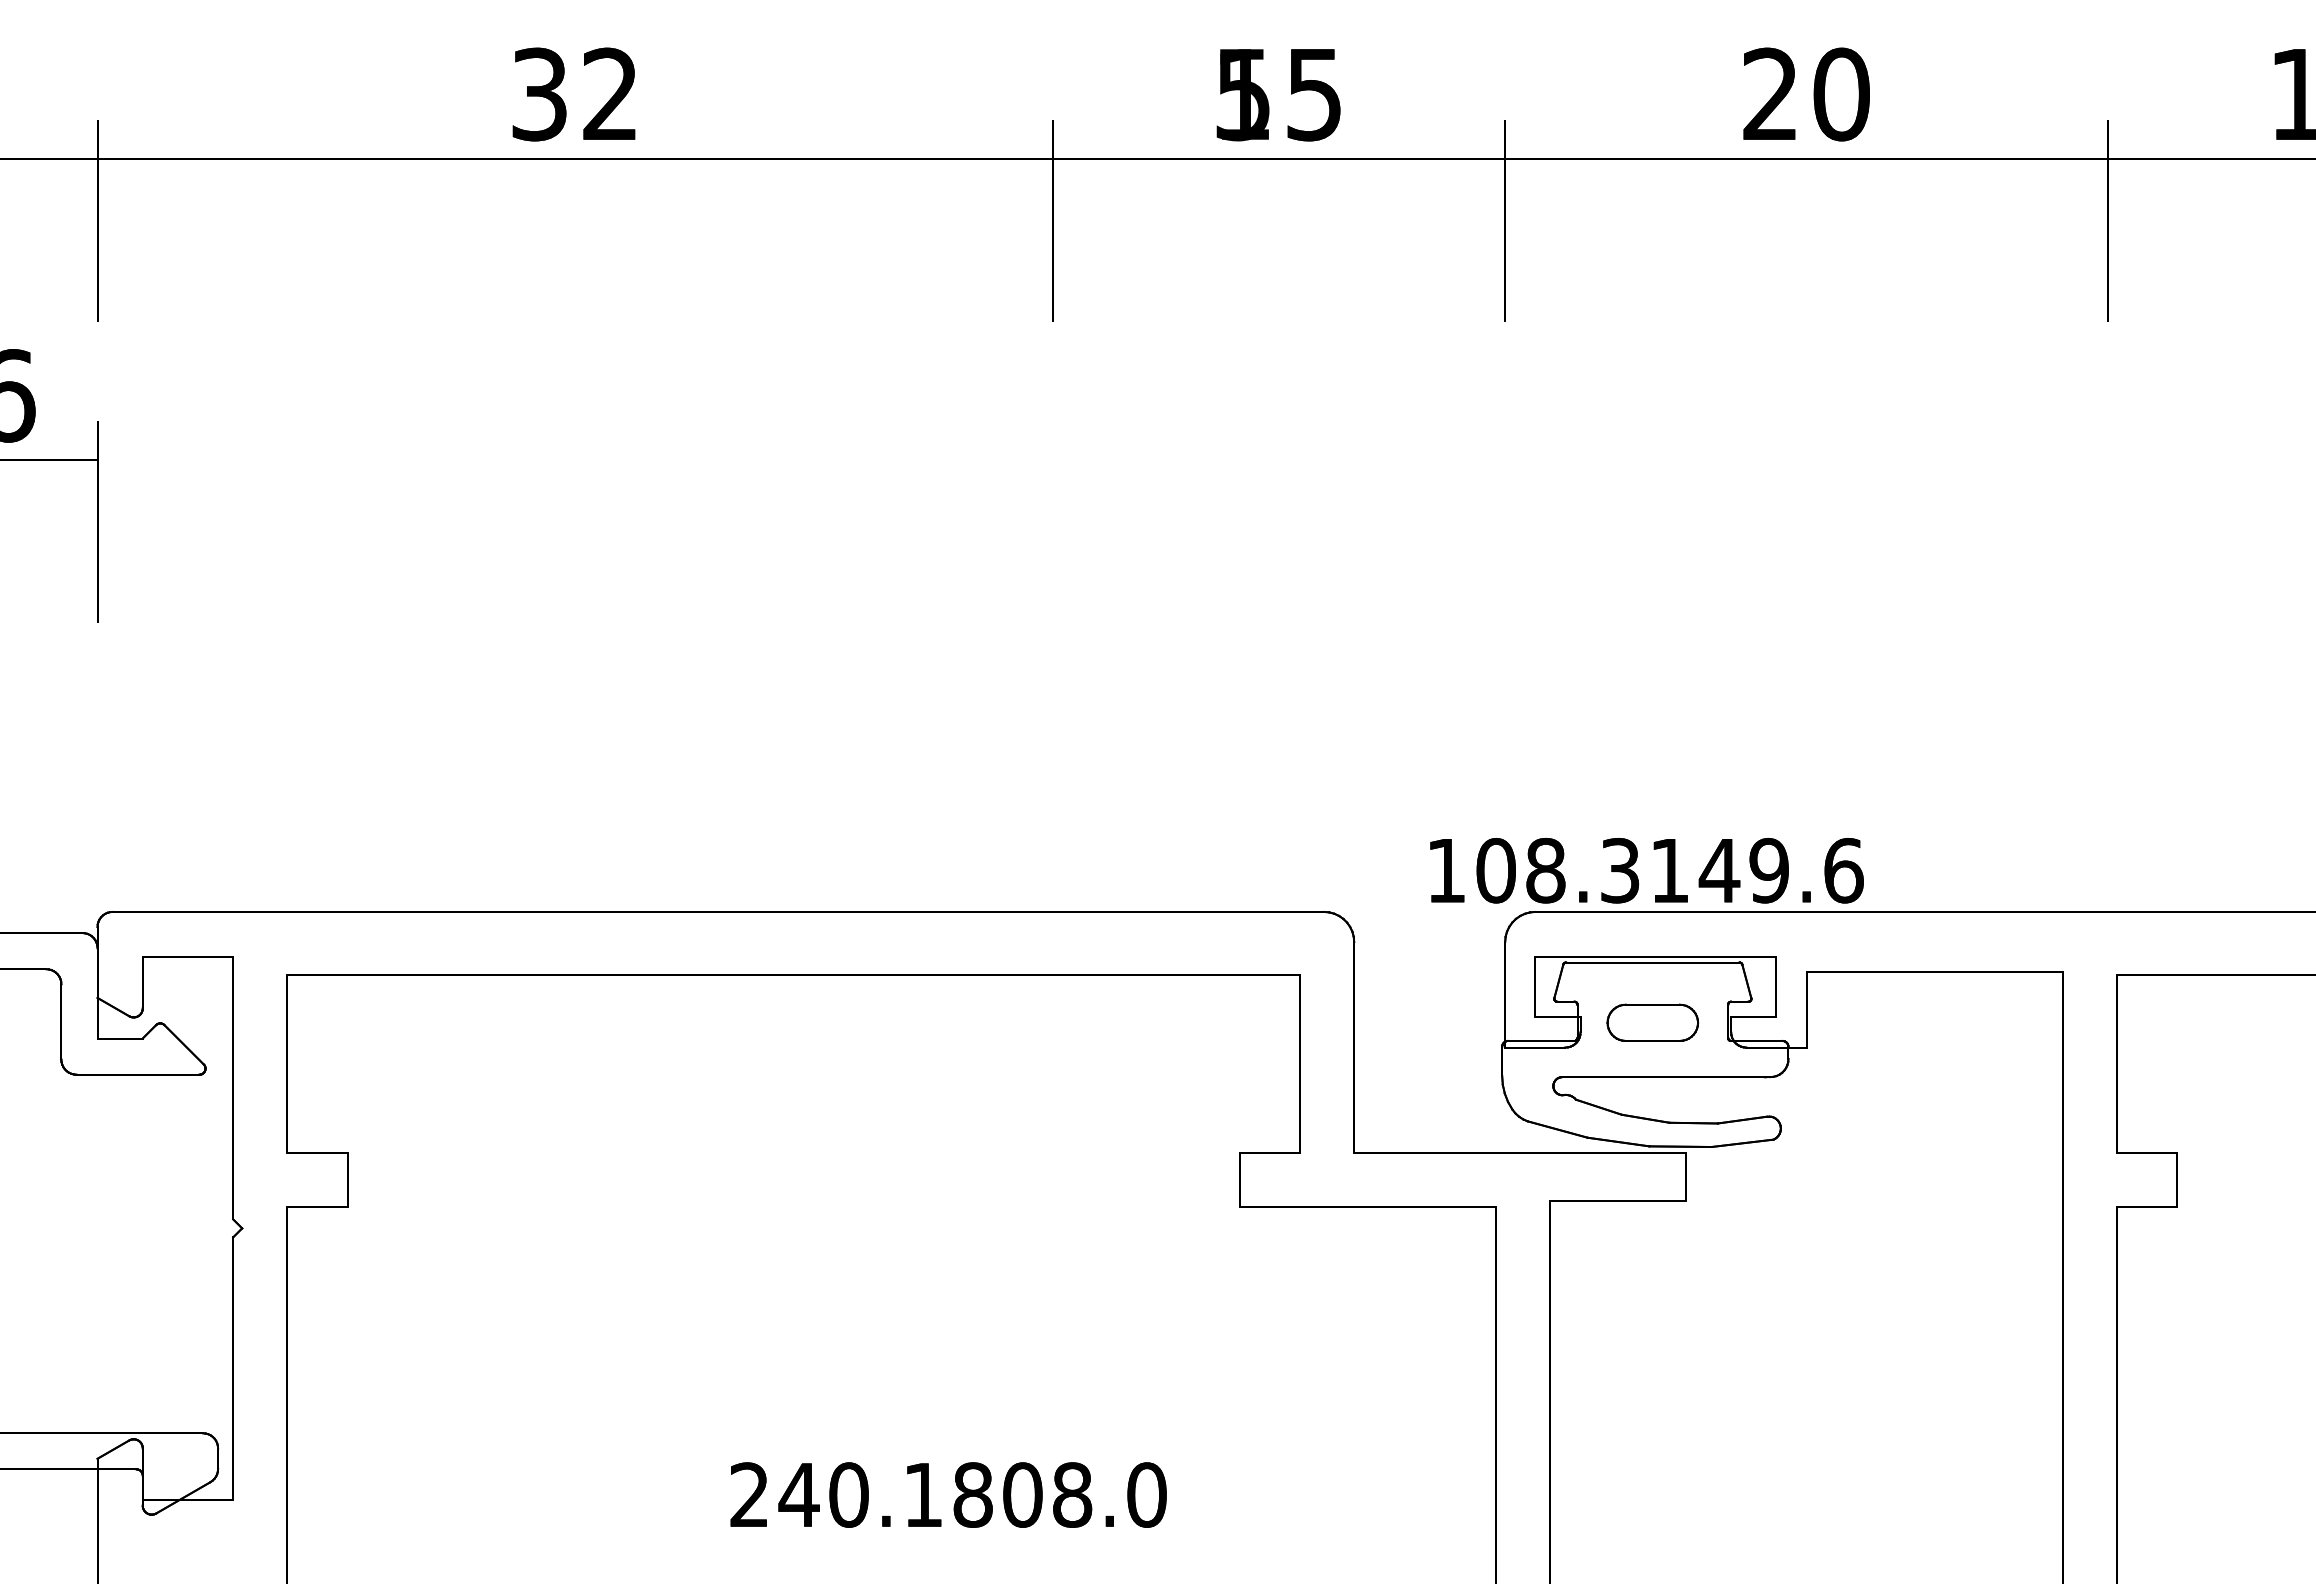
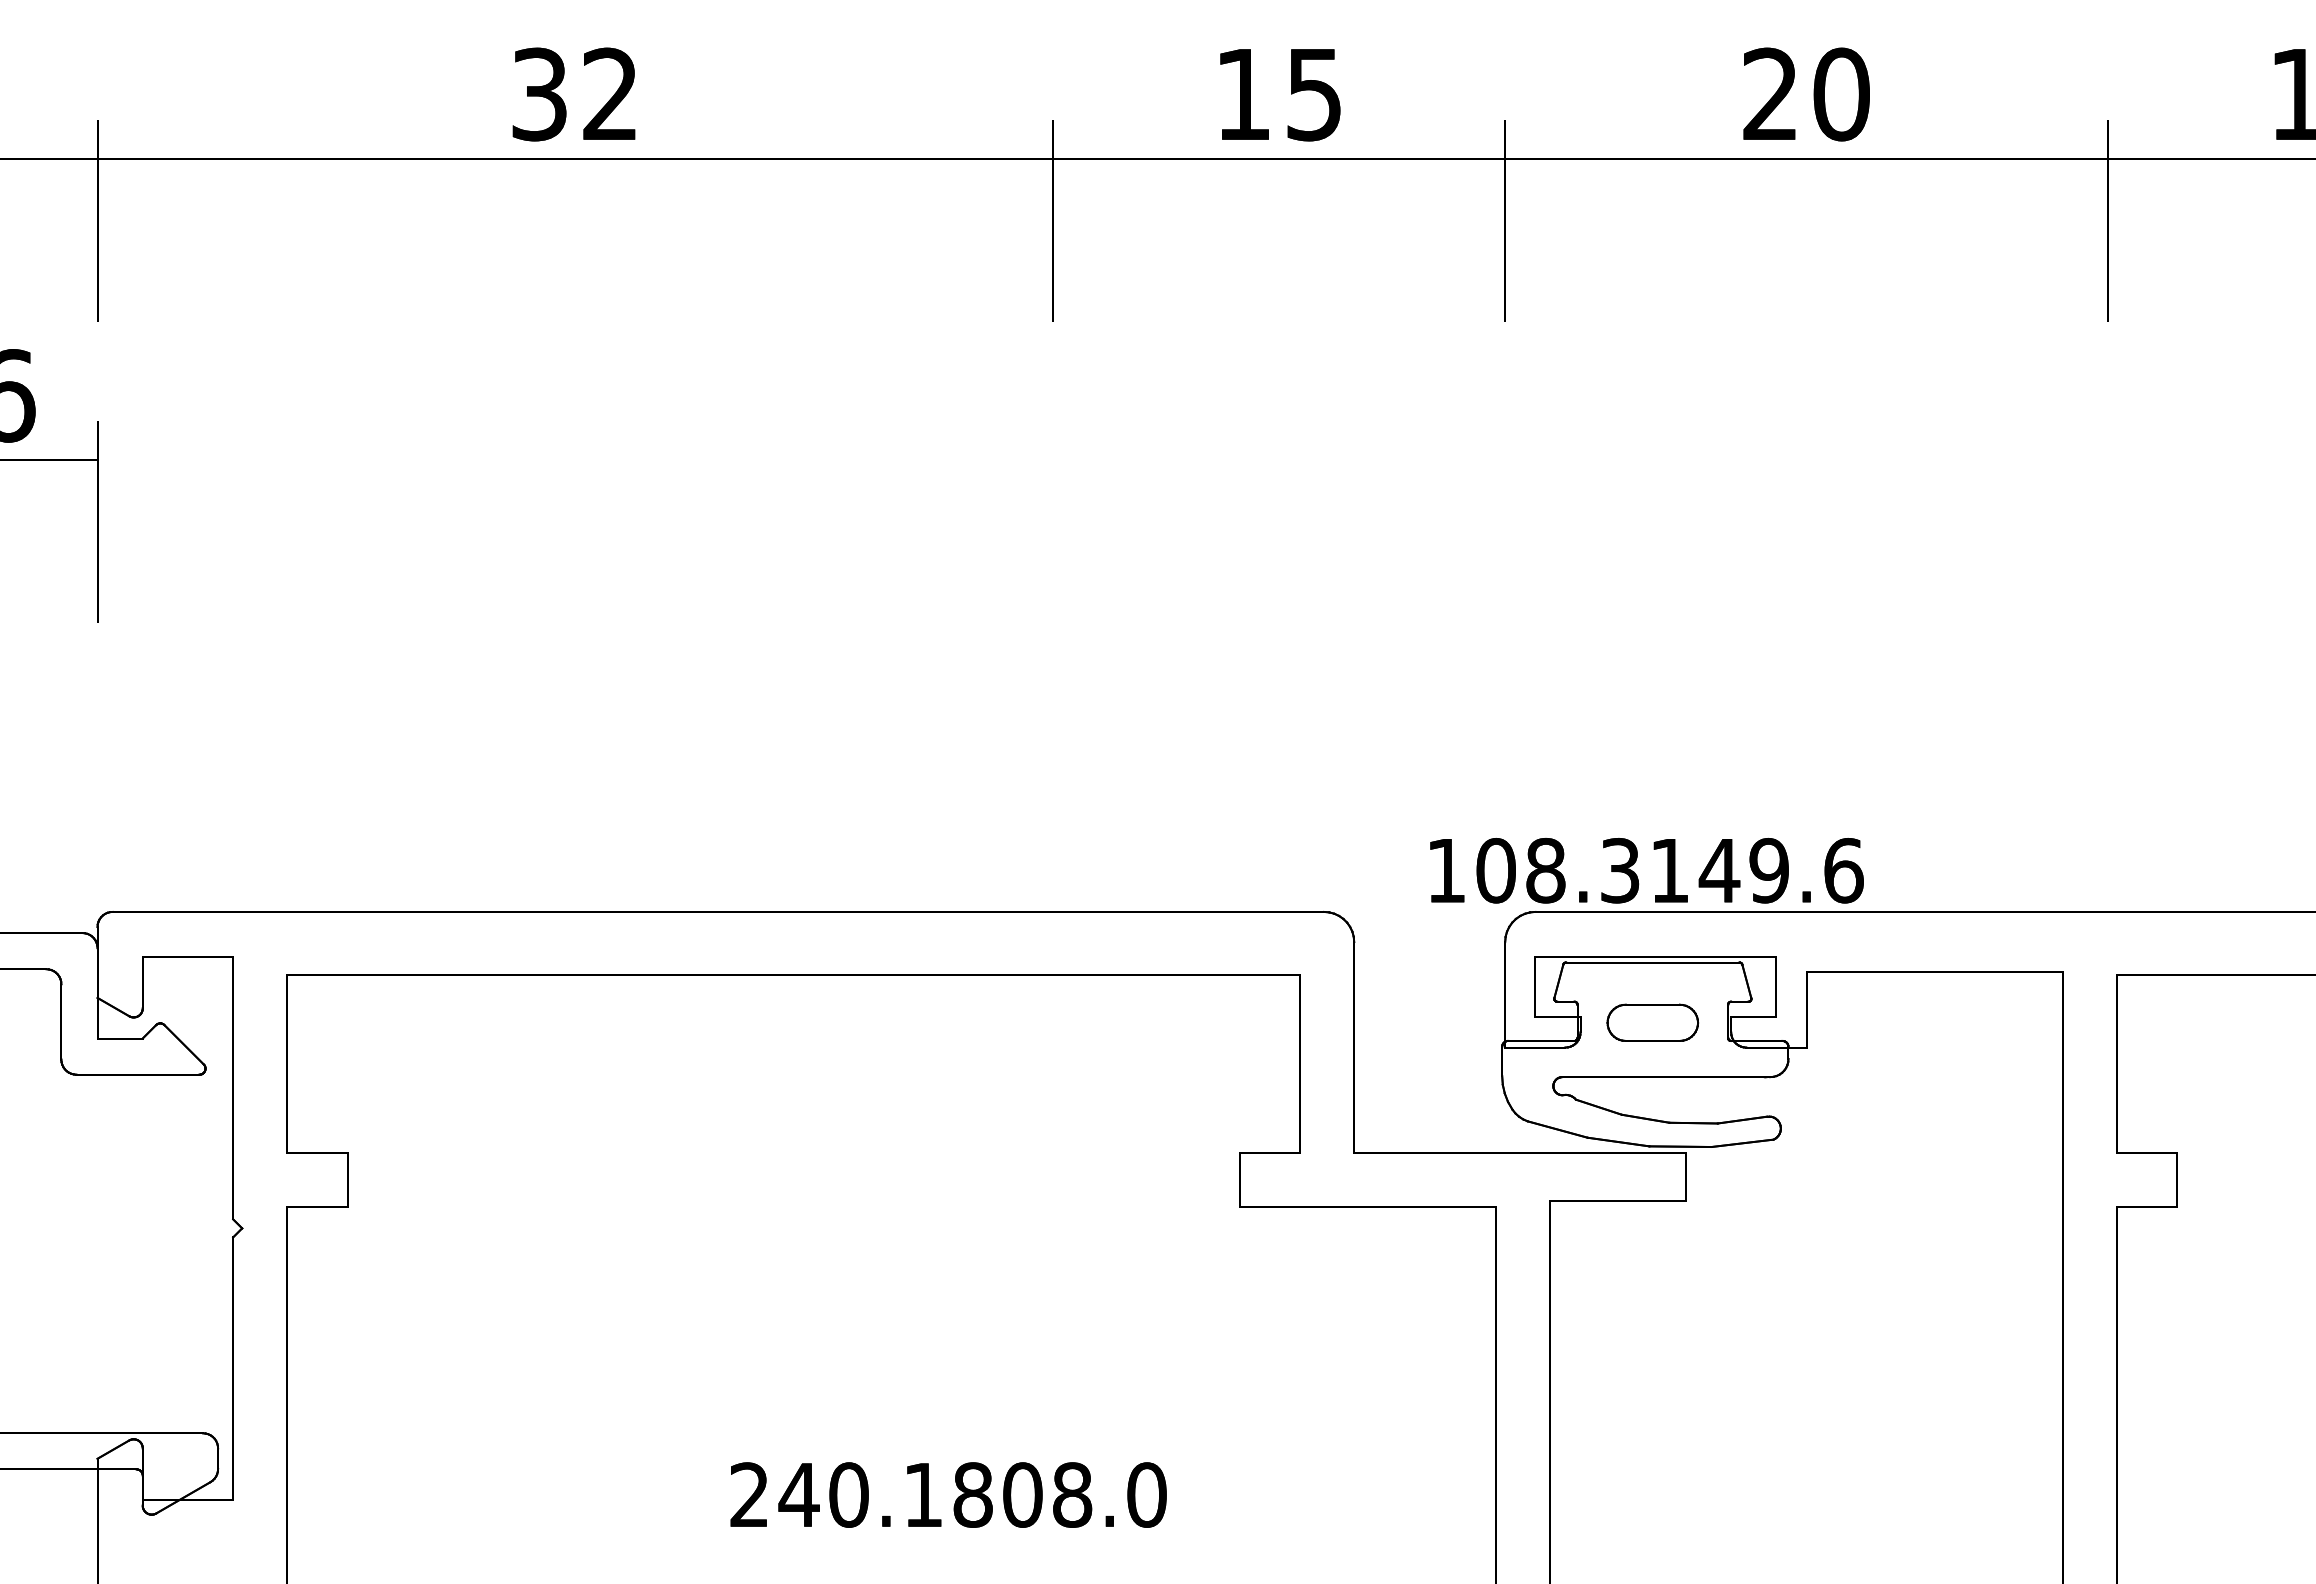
text at (1242, 95): 55 -> 15
